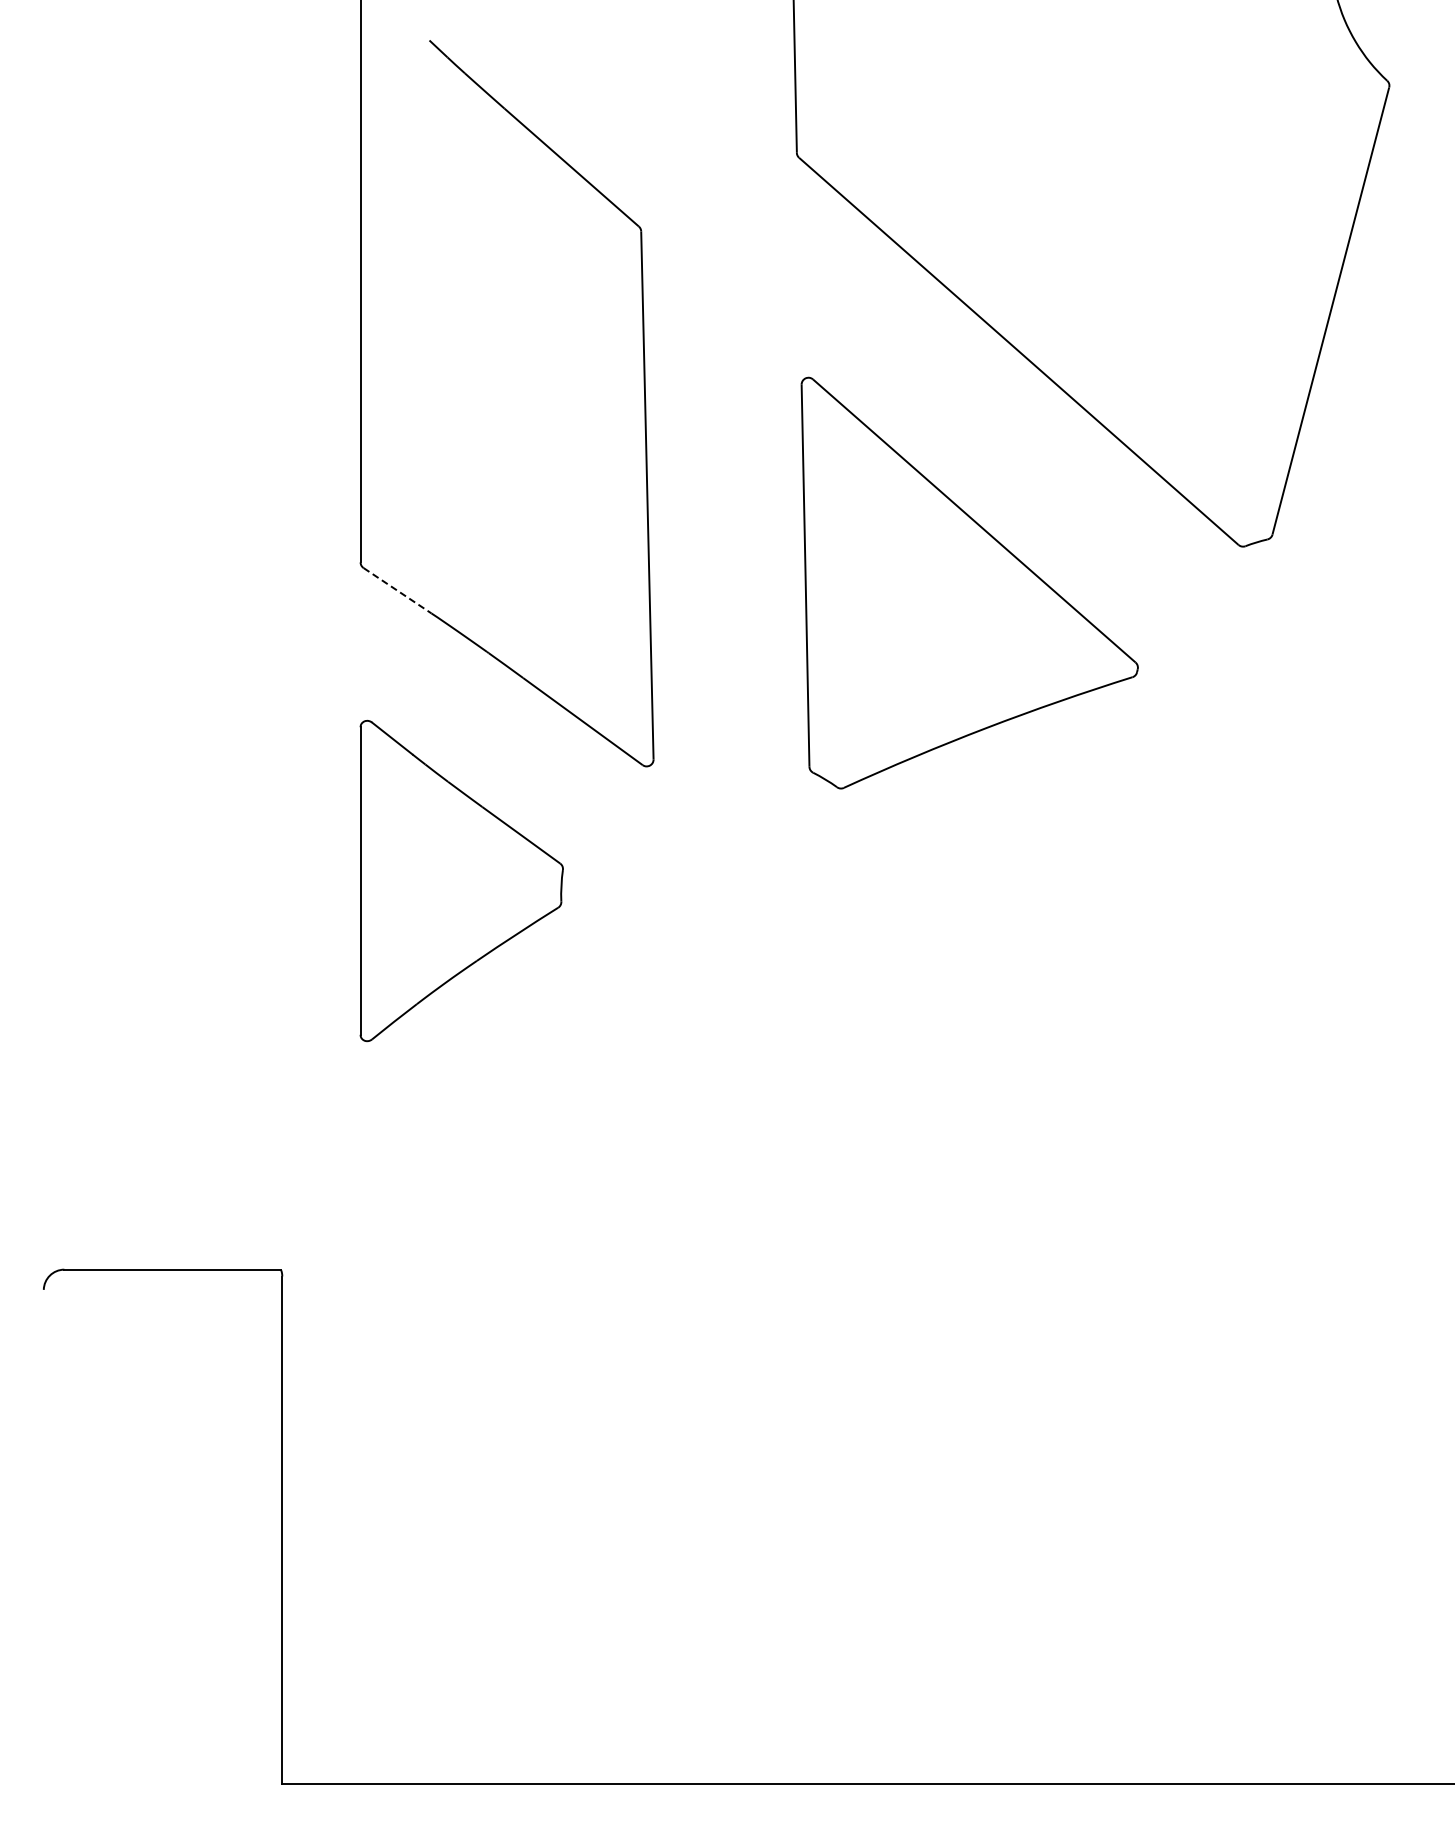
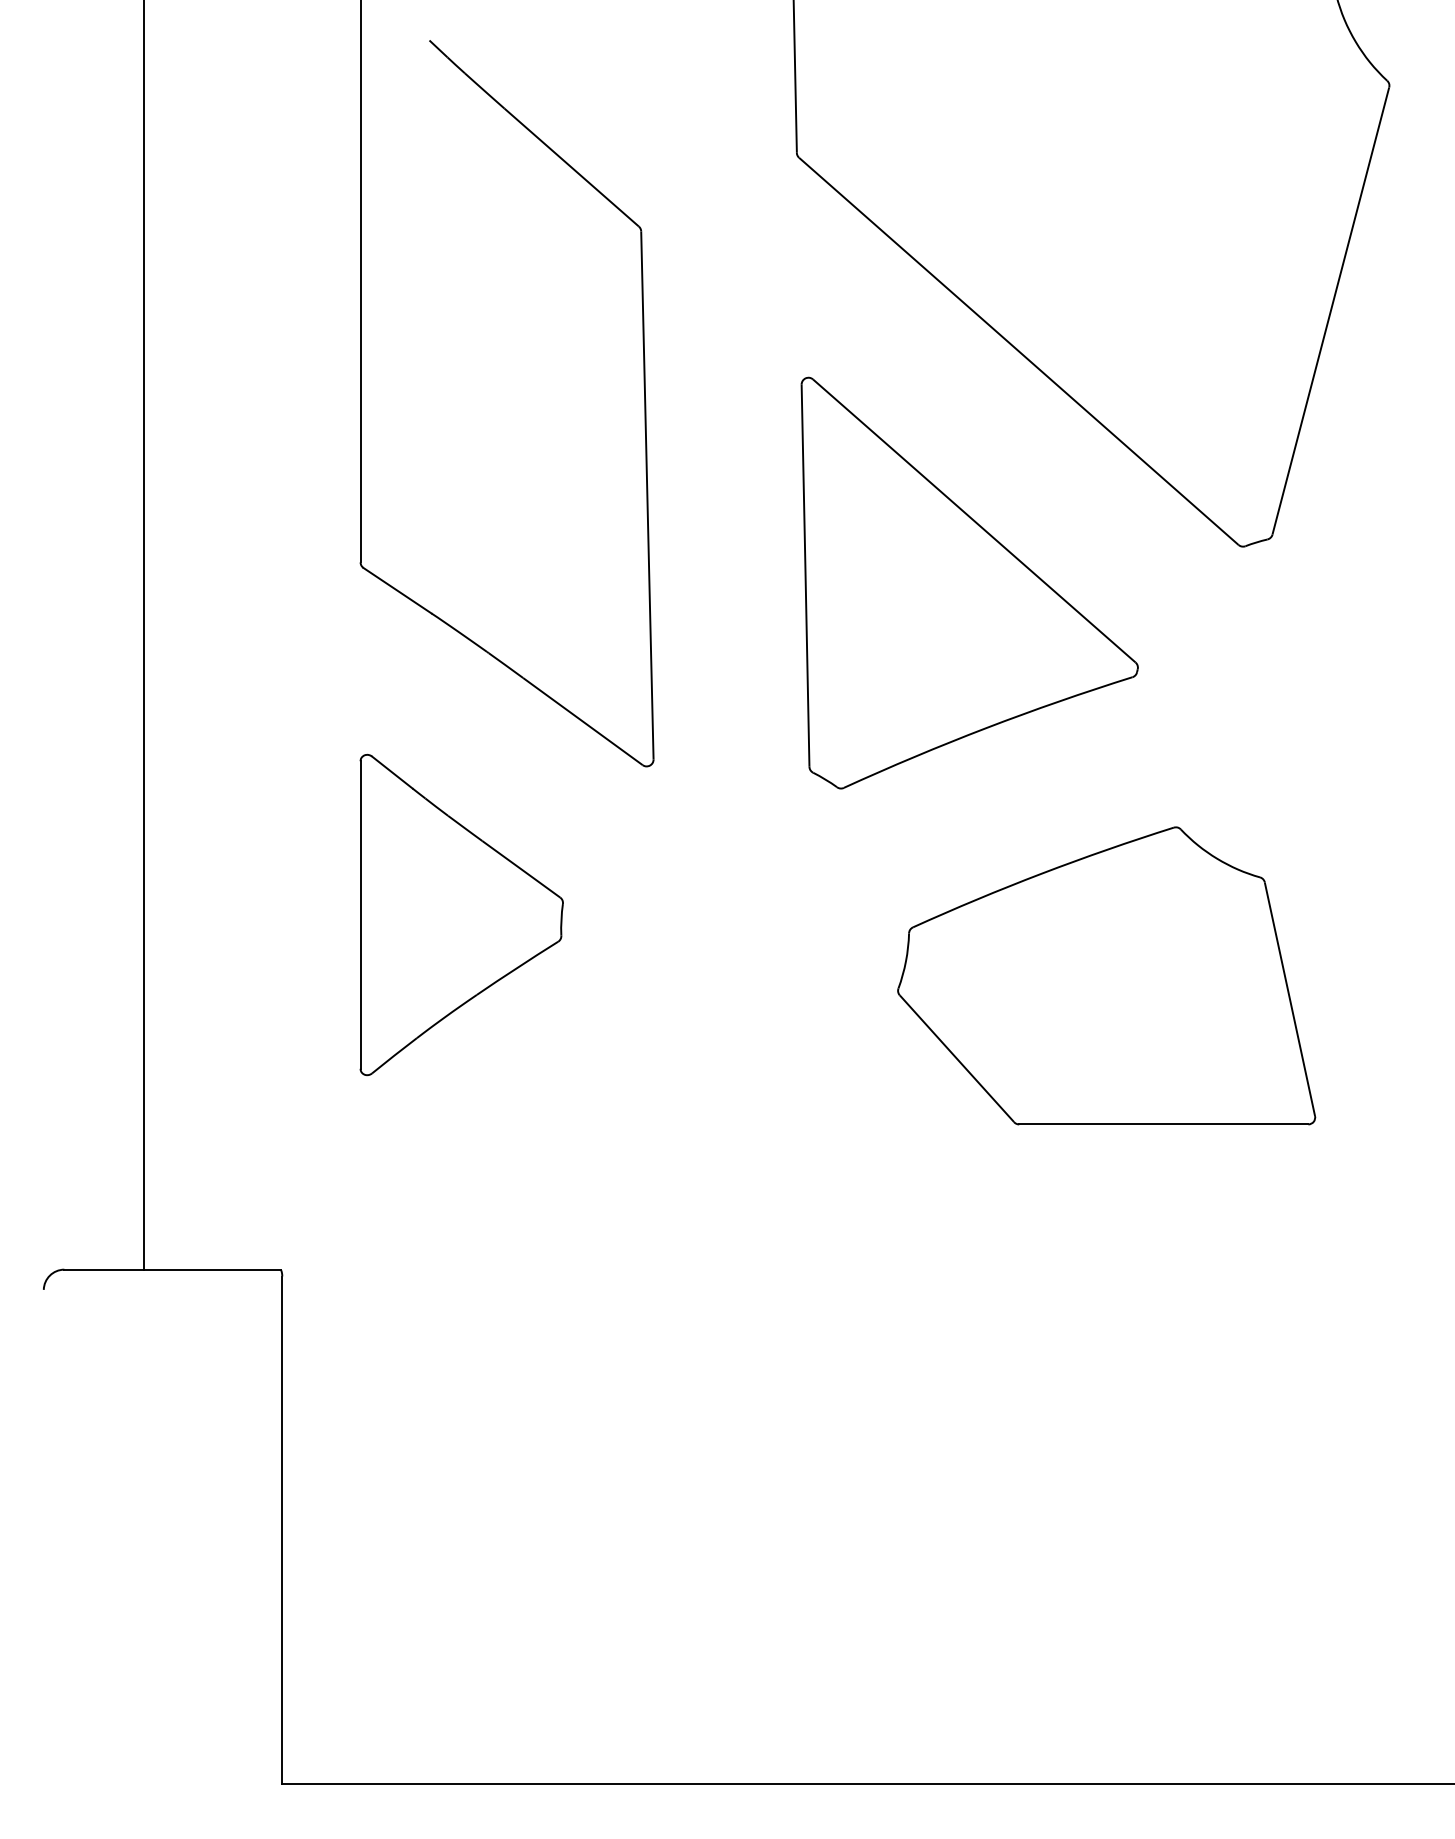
line at (397, 590): dashed -> solid
line at (144, 635): none -> present
part at (461, 880) position: (461, 880) -> (461, 914)
part at (1106, 975): none -> present
